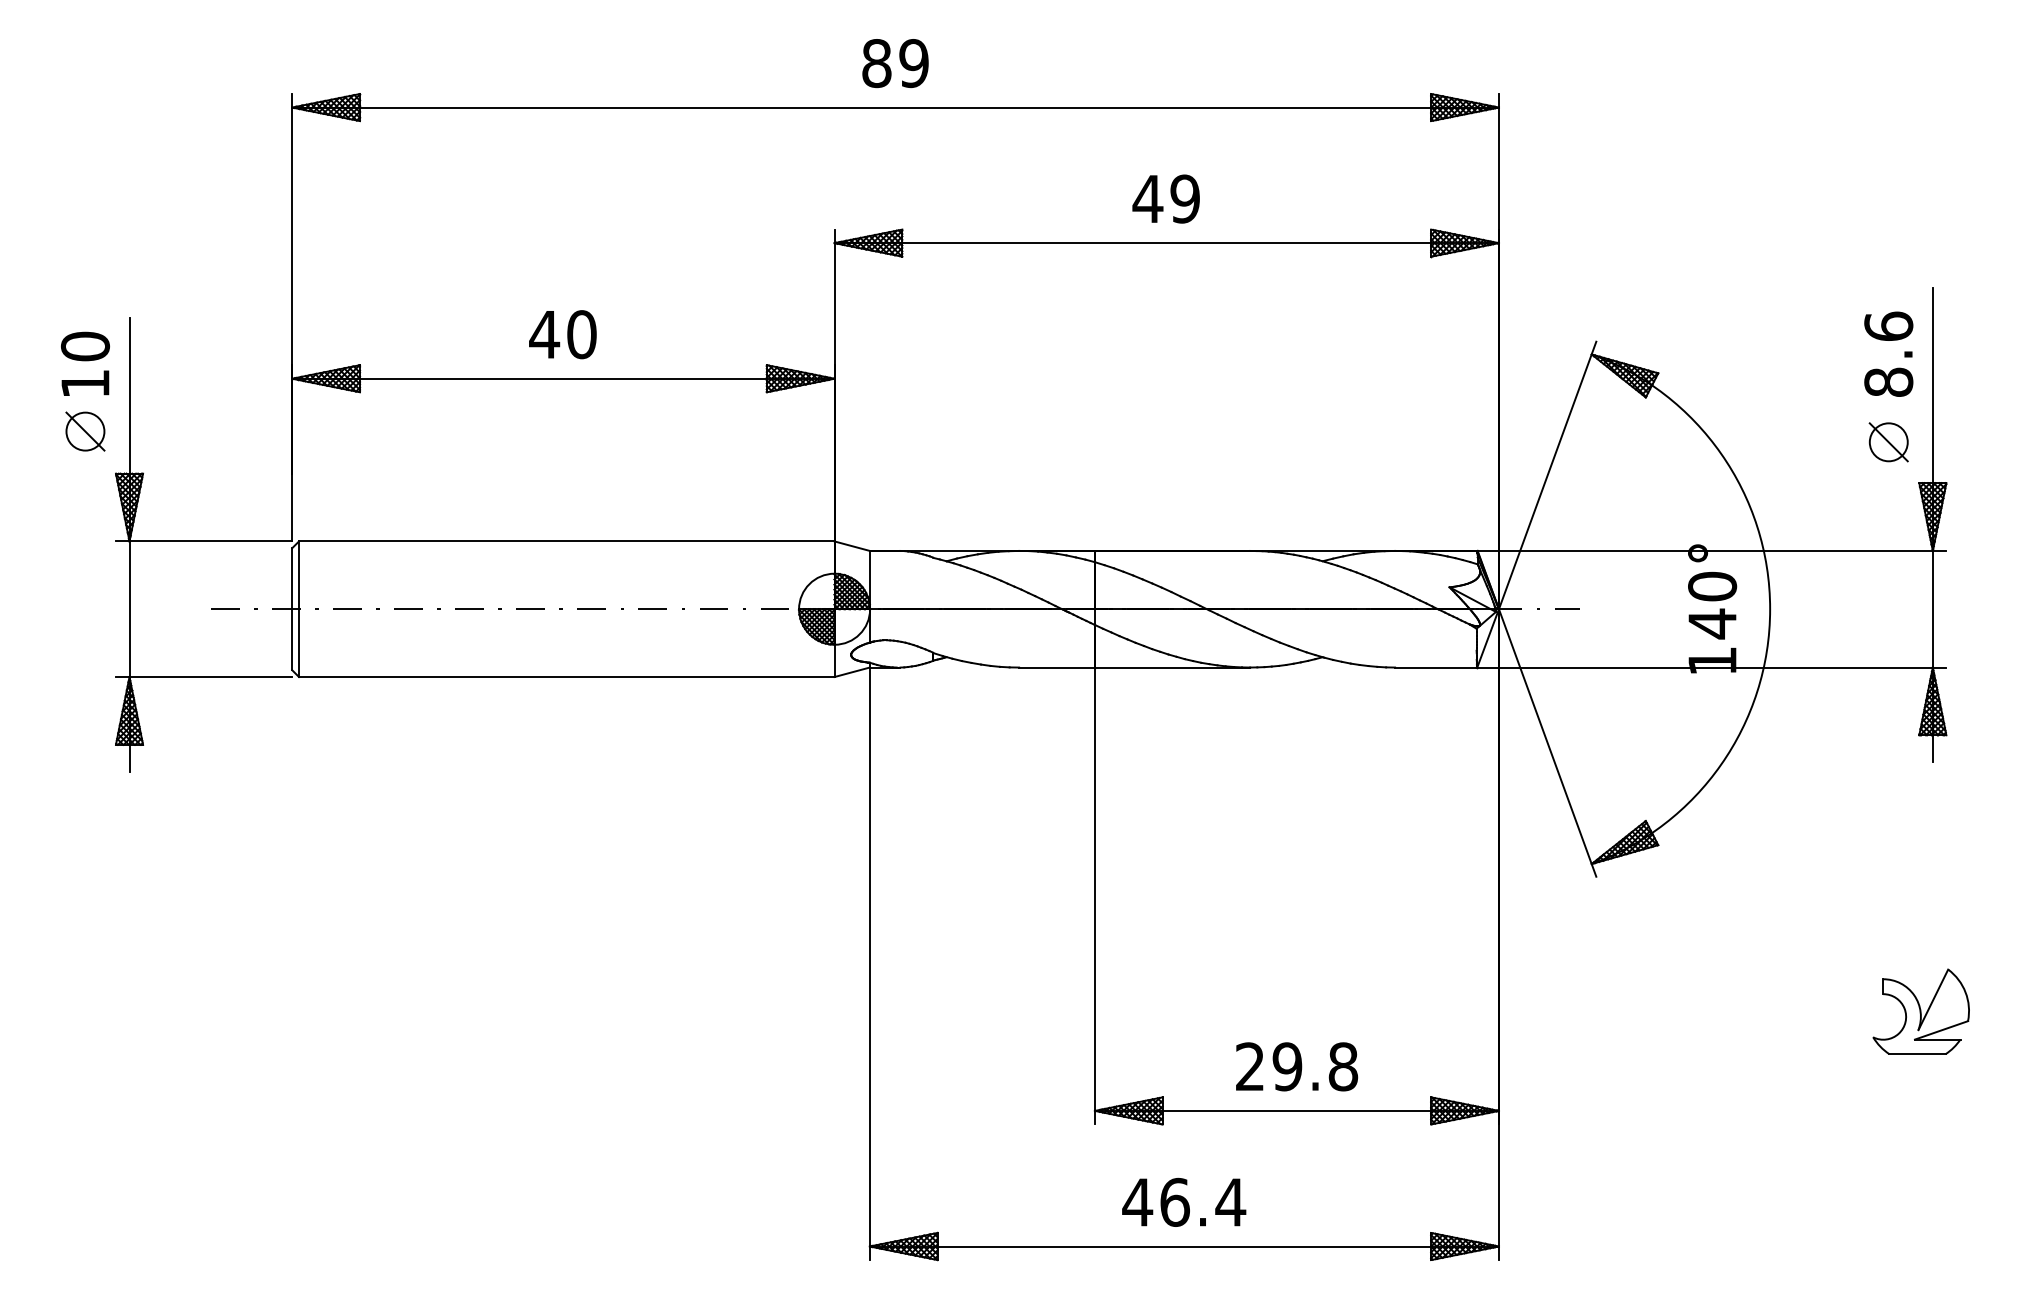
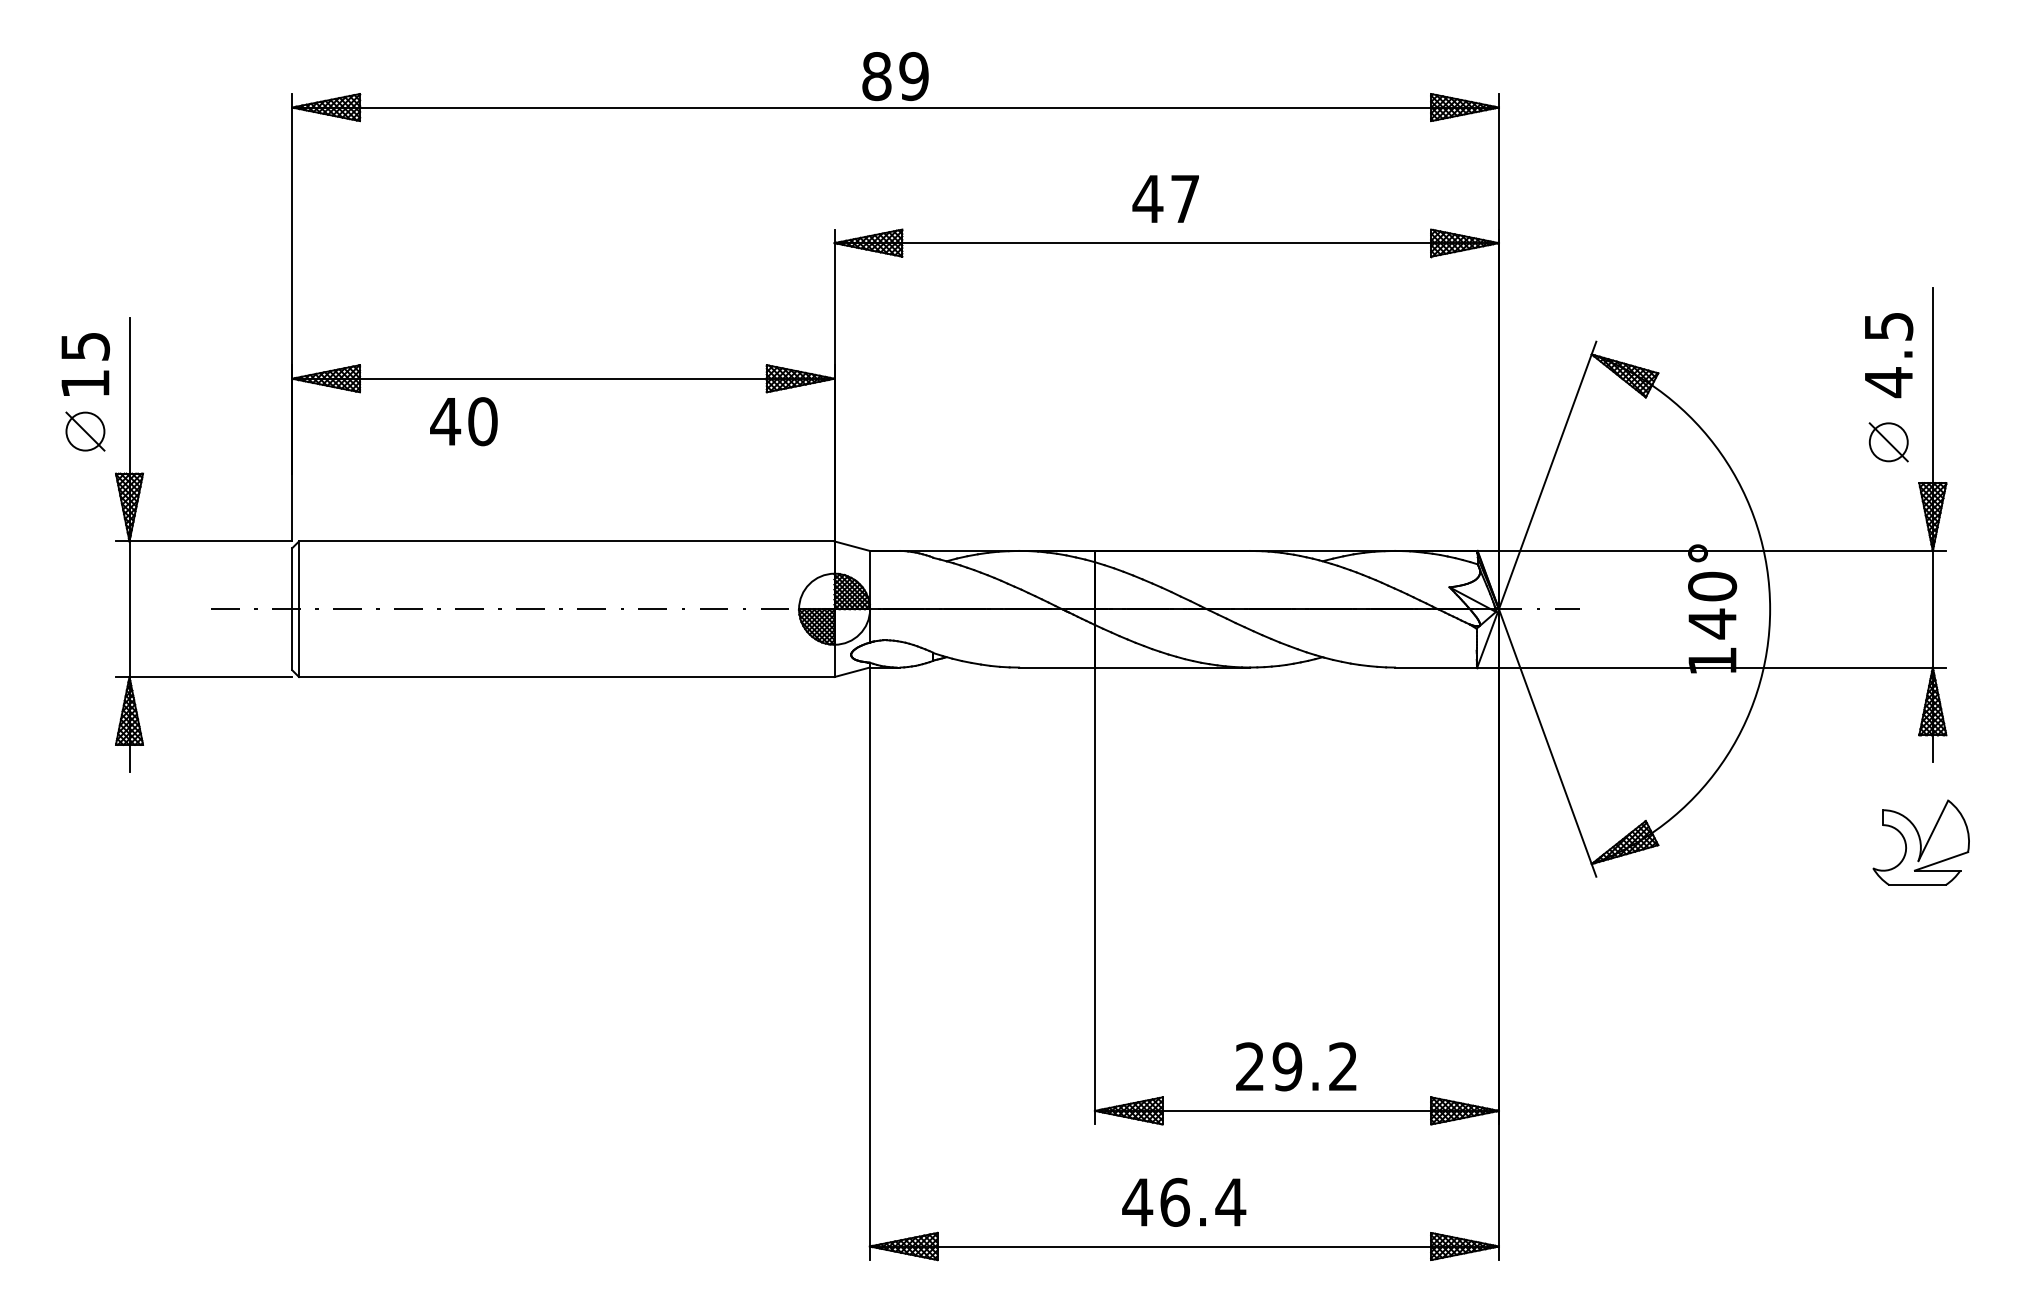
text at (895, 63) position: (895, 63) -> (895, 76)
text at (1184, 198): 49 -> 47
text at (562, 334) position: (562, 334) -> (463, 421)
text at (85, 346): 10 -> 15
text at (1888, 354): 8.6 -> 4.5
part at (1920, 1011) position: (1920, 1011) -> (1920, 842)
text at (1343, 1066): 29.8 -> 29.2
